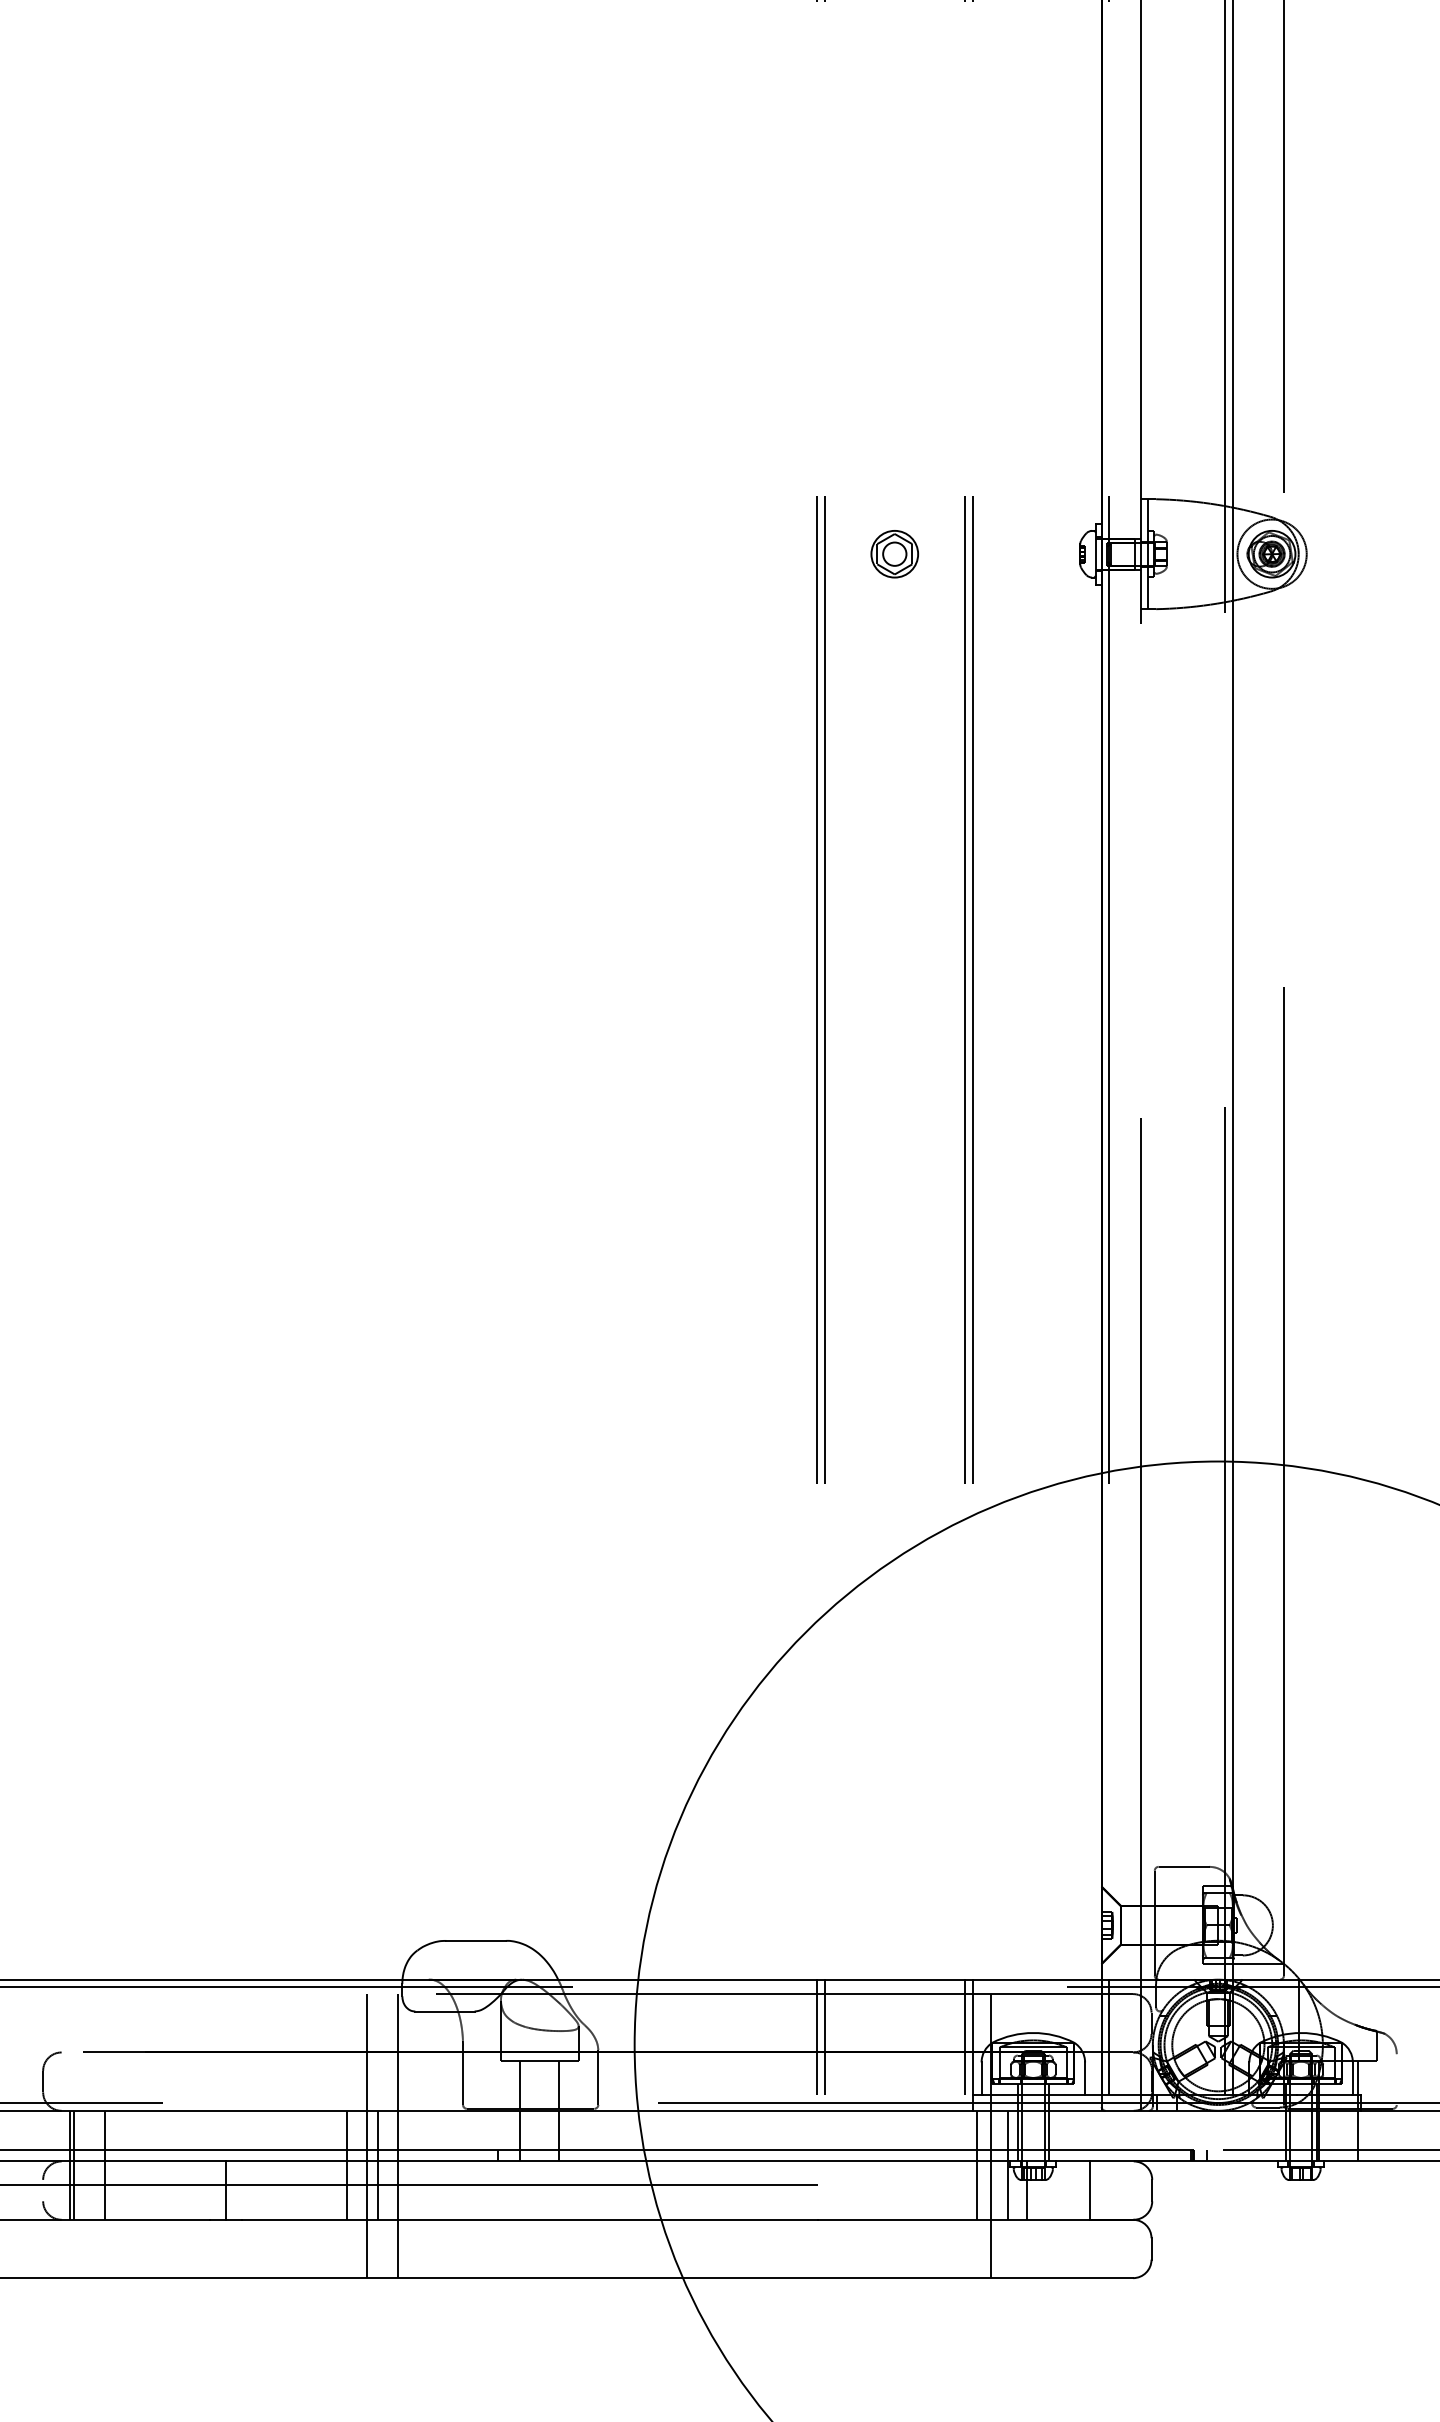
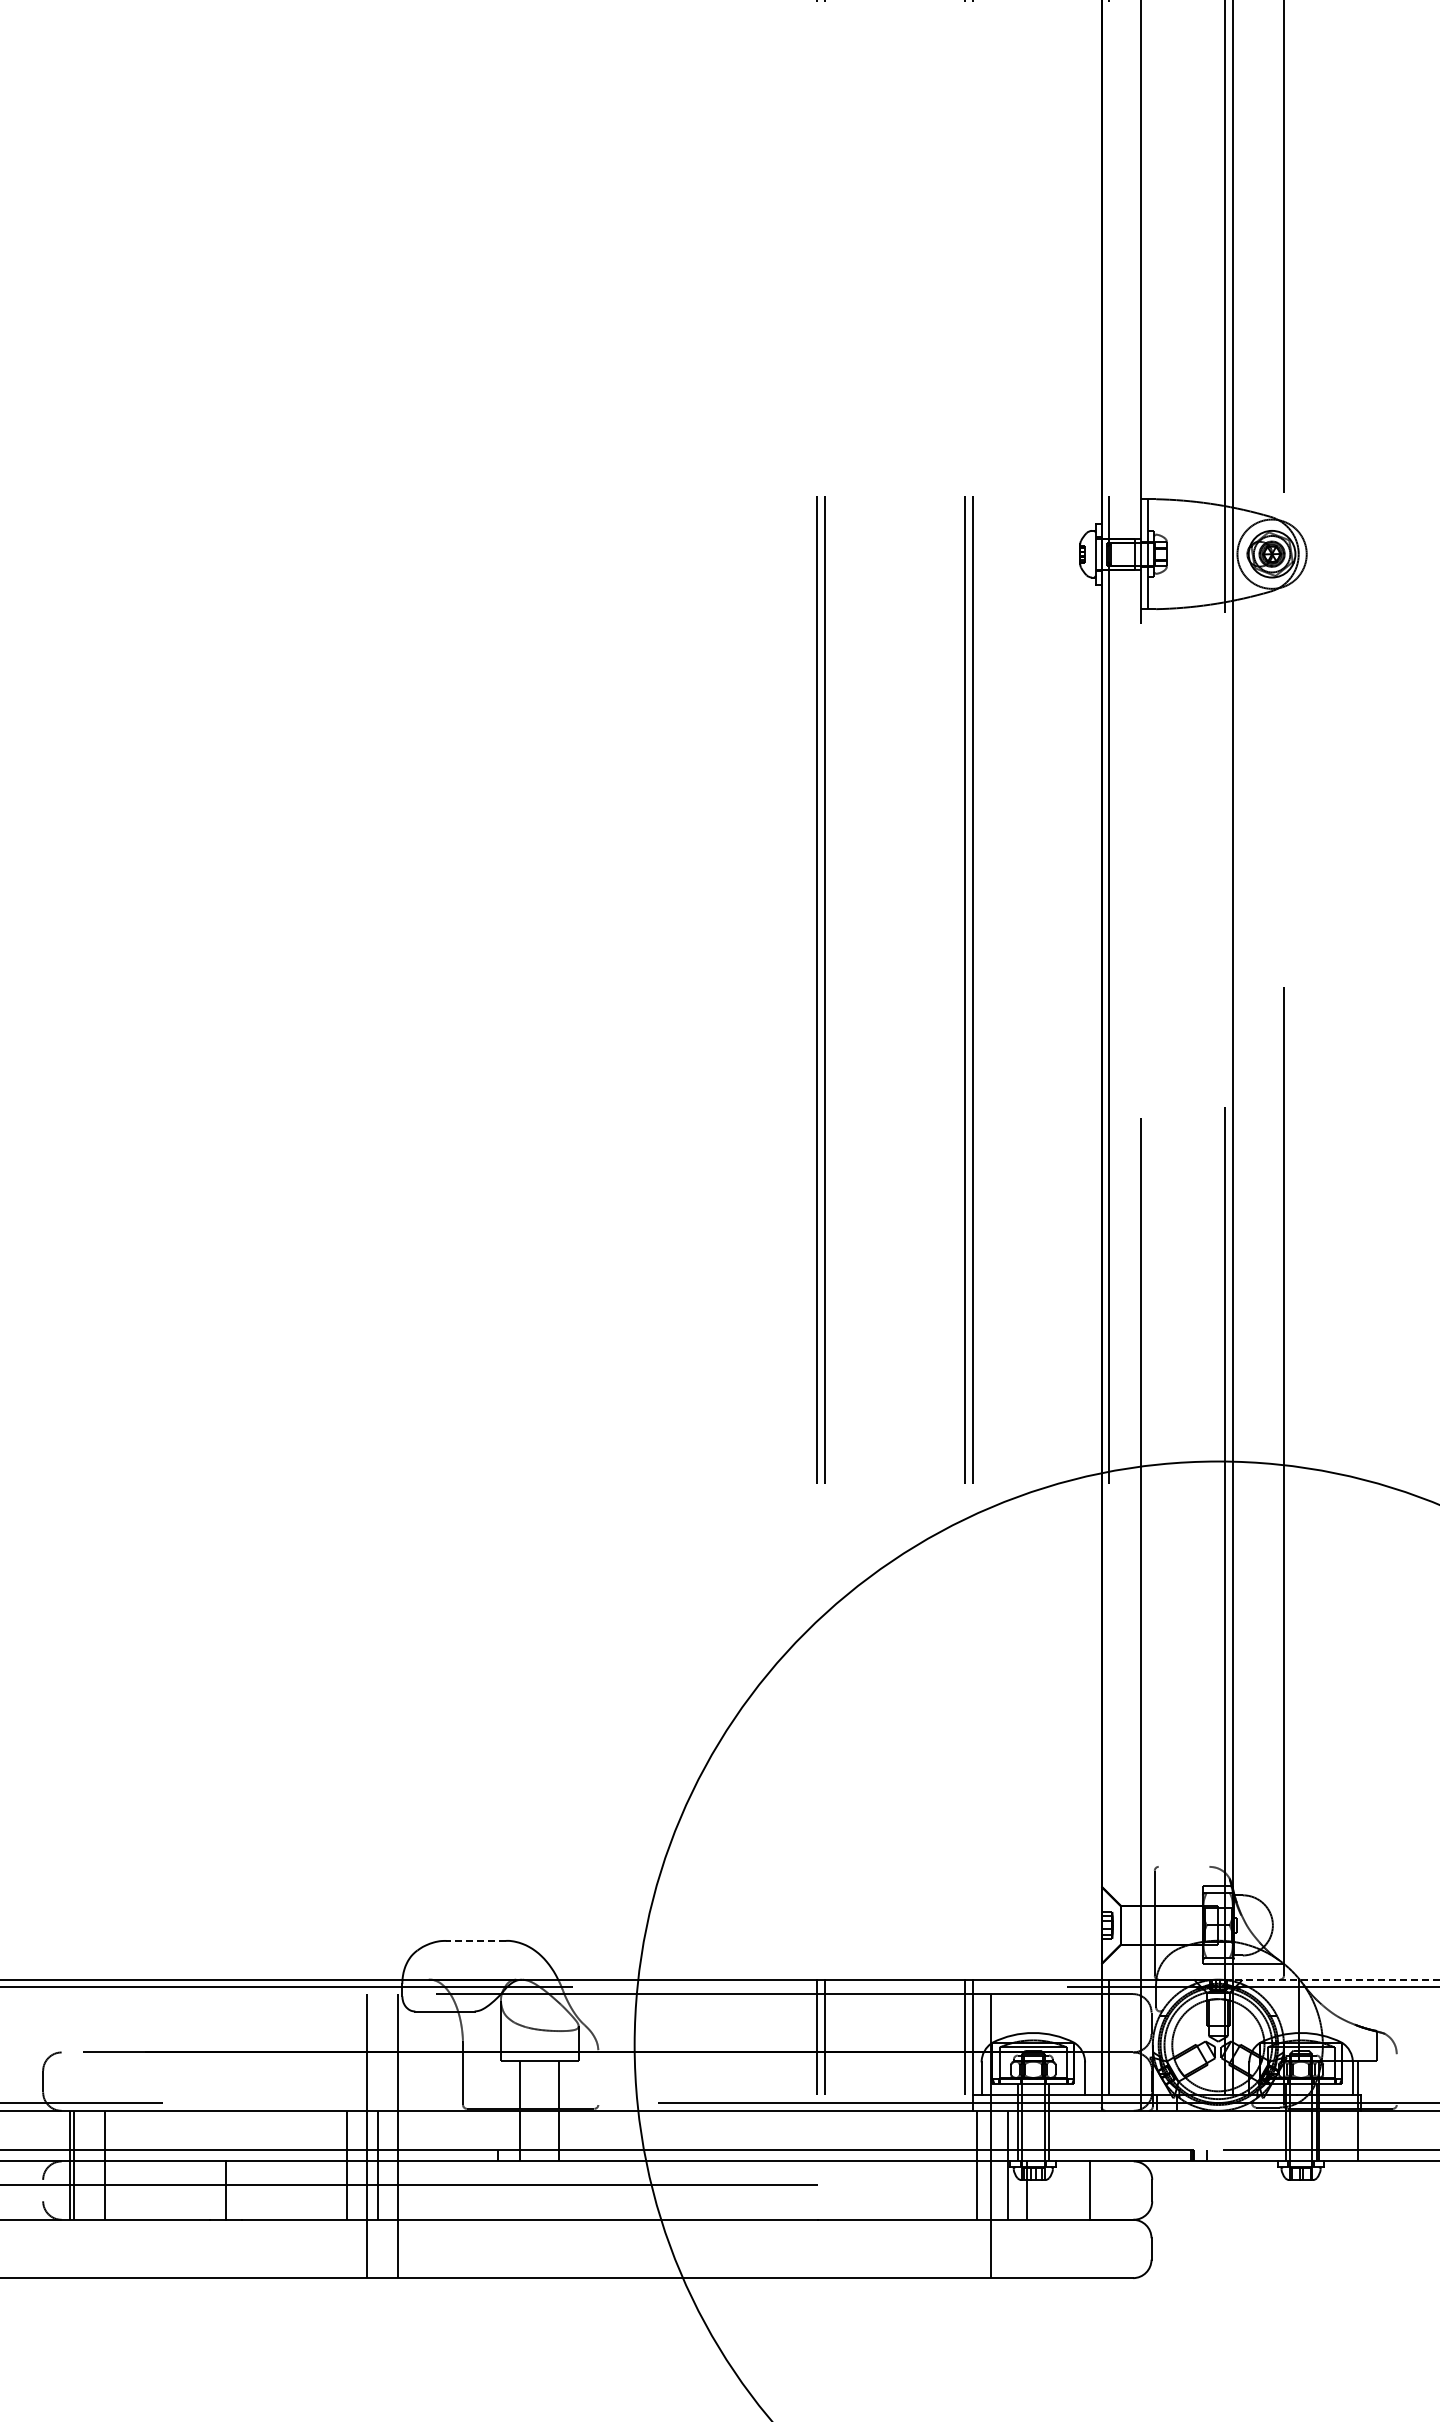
part at (894, 554): present -> none
line at (1183, 1866): present -> none
line at (476, 1940): solid -> dashed
line at (1335, 1979): solid -> dashed
line at (598, 2077): present -> none
